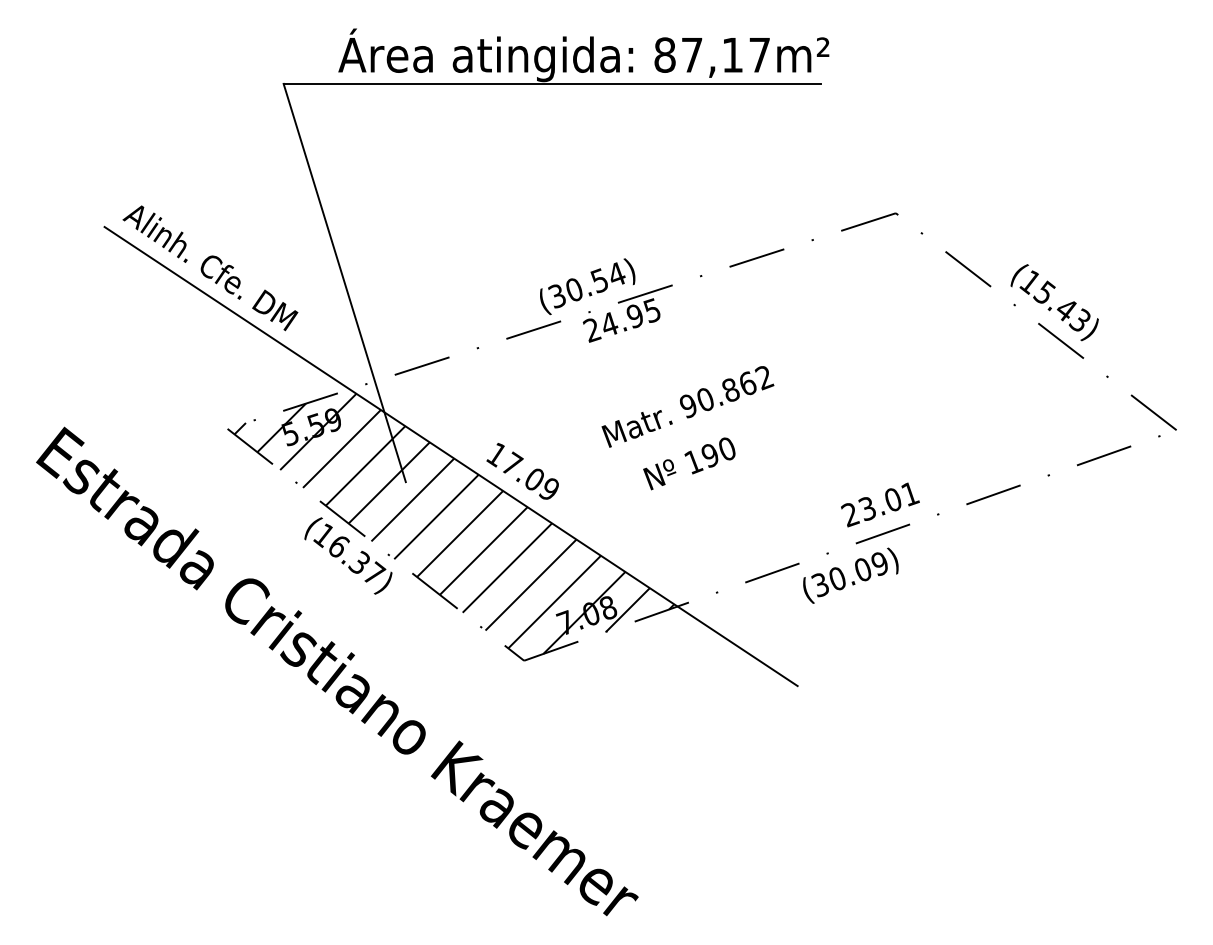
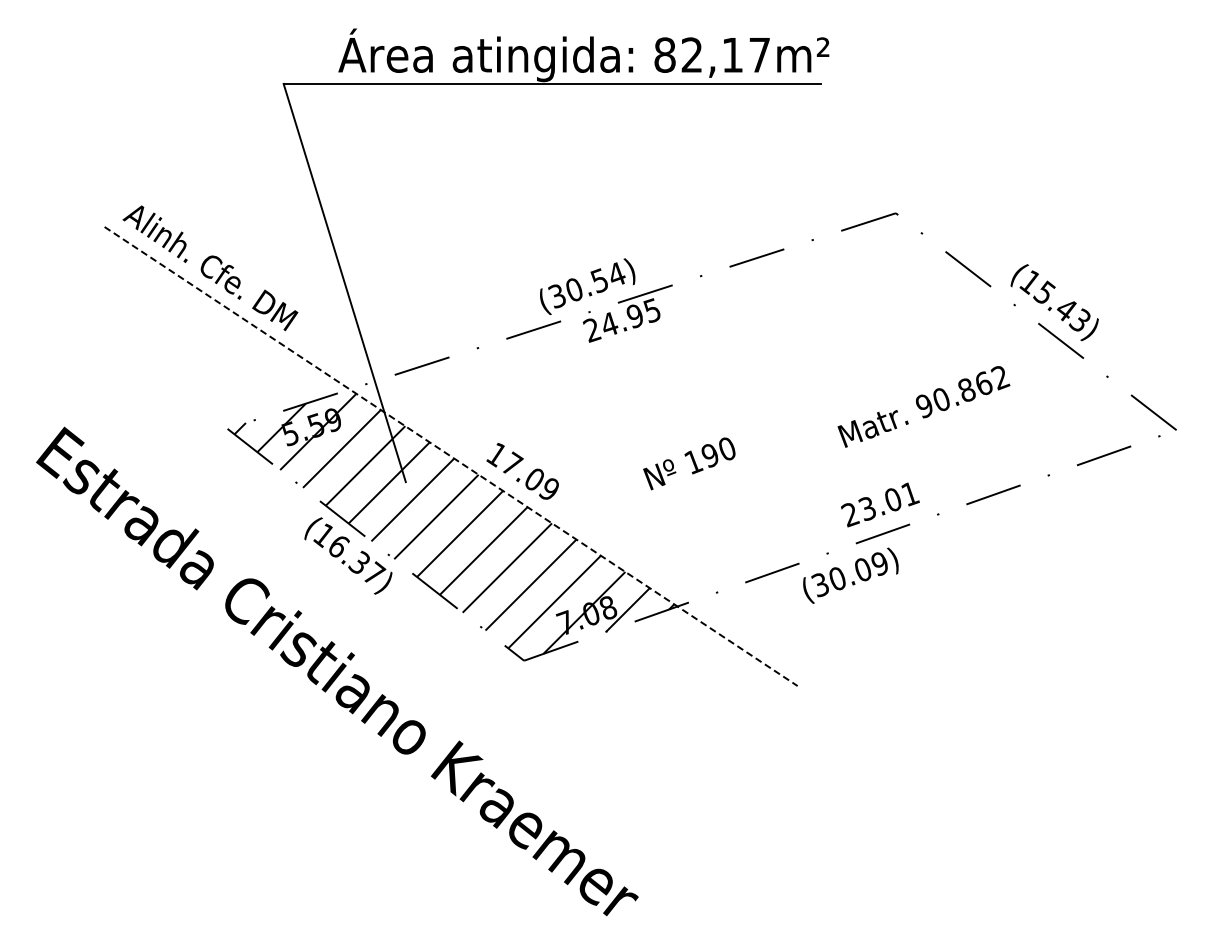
text at (691, 54): 87,17m² -> 82,17m²
text at (687, 406) position: (687, 406) -> (923, 406)
line at (451, 456): solid -> dashed
